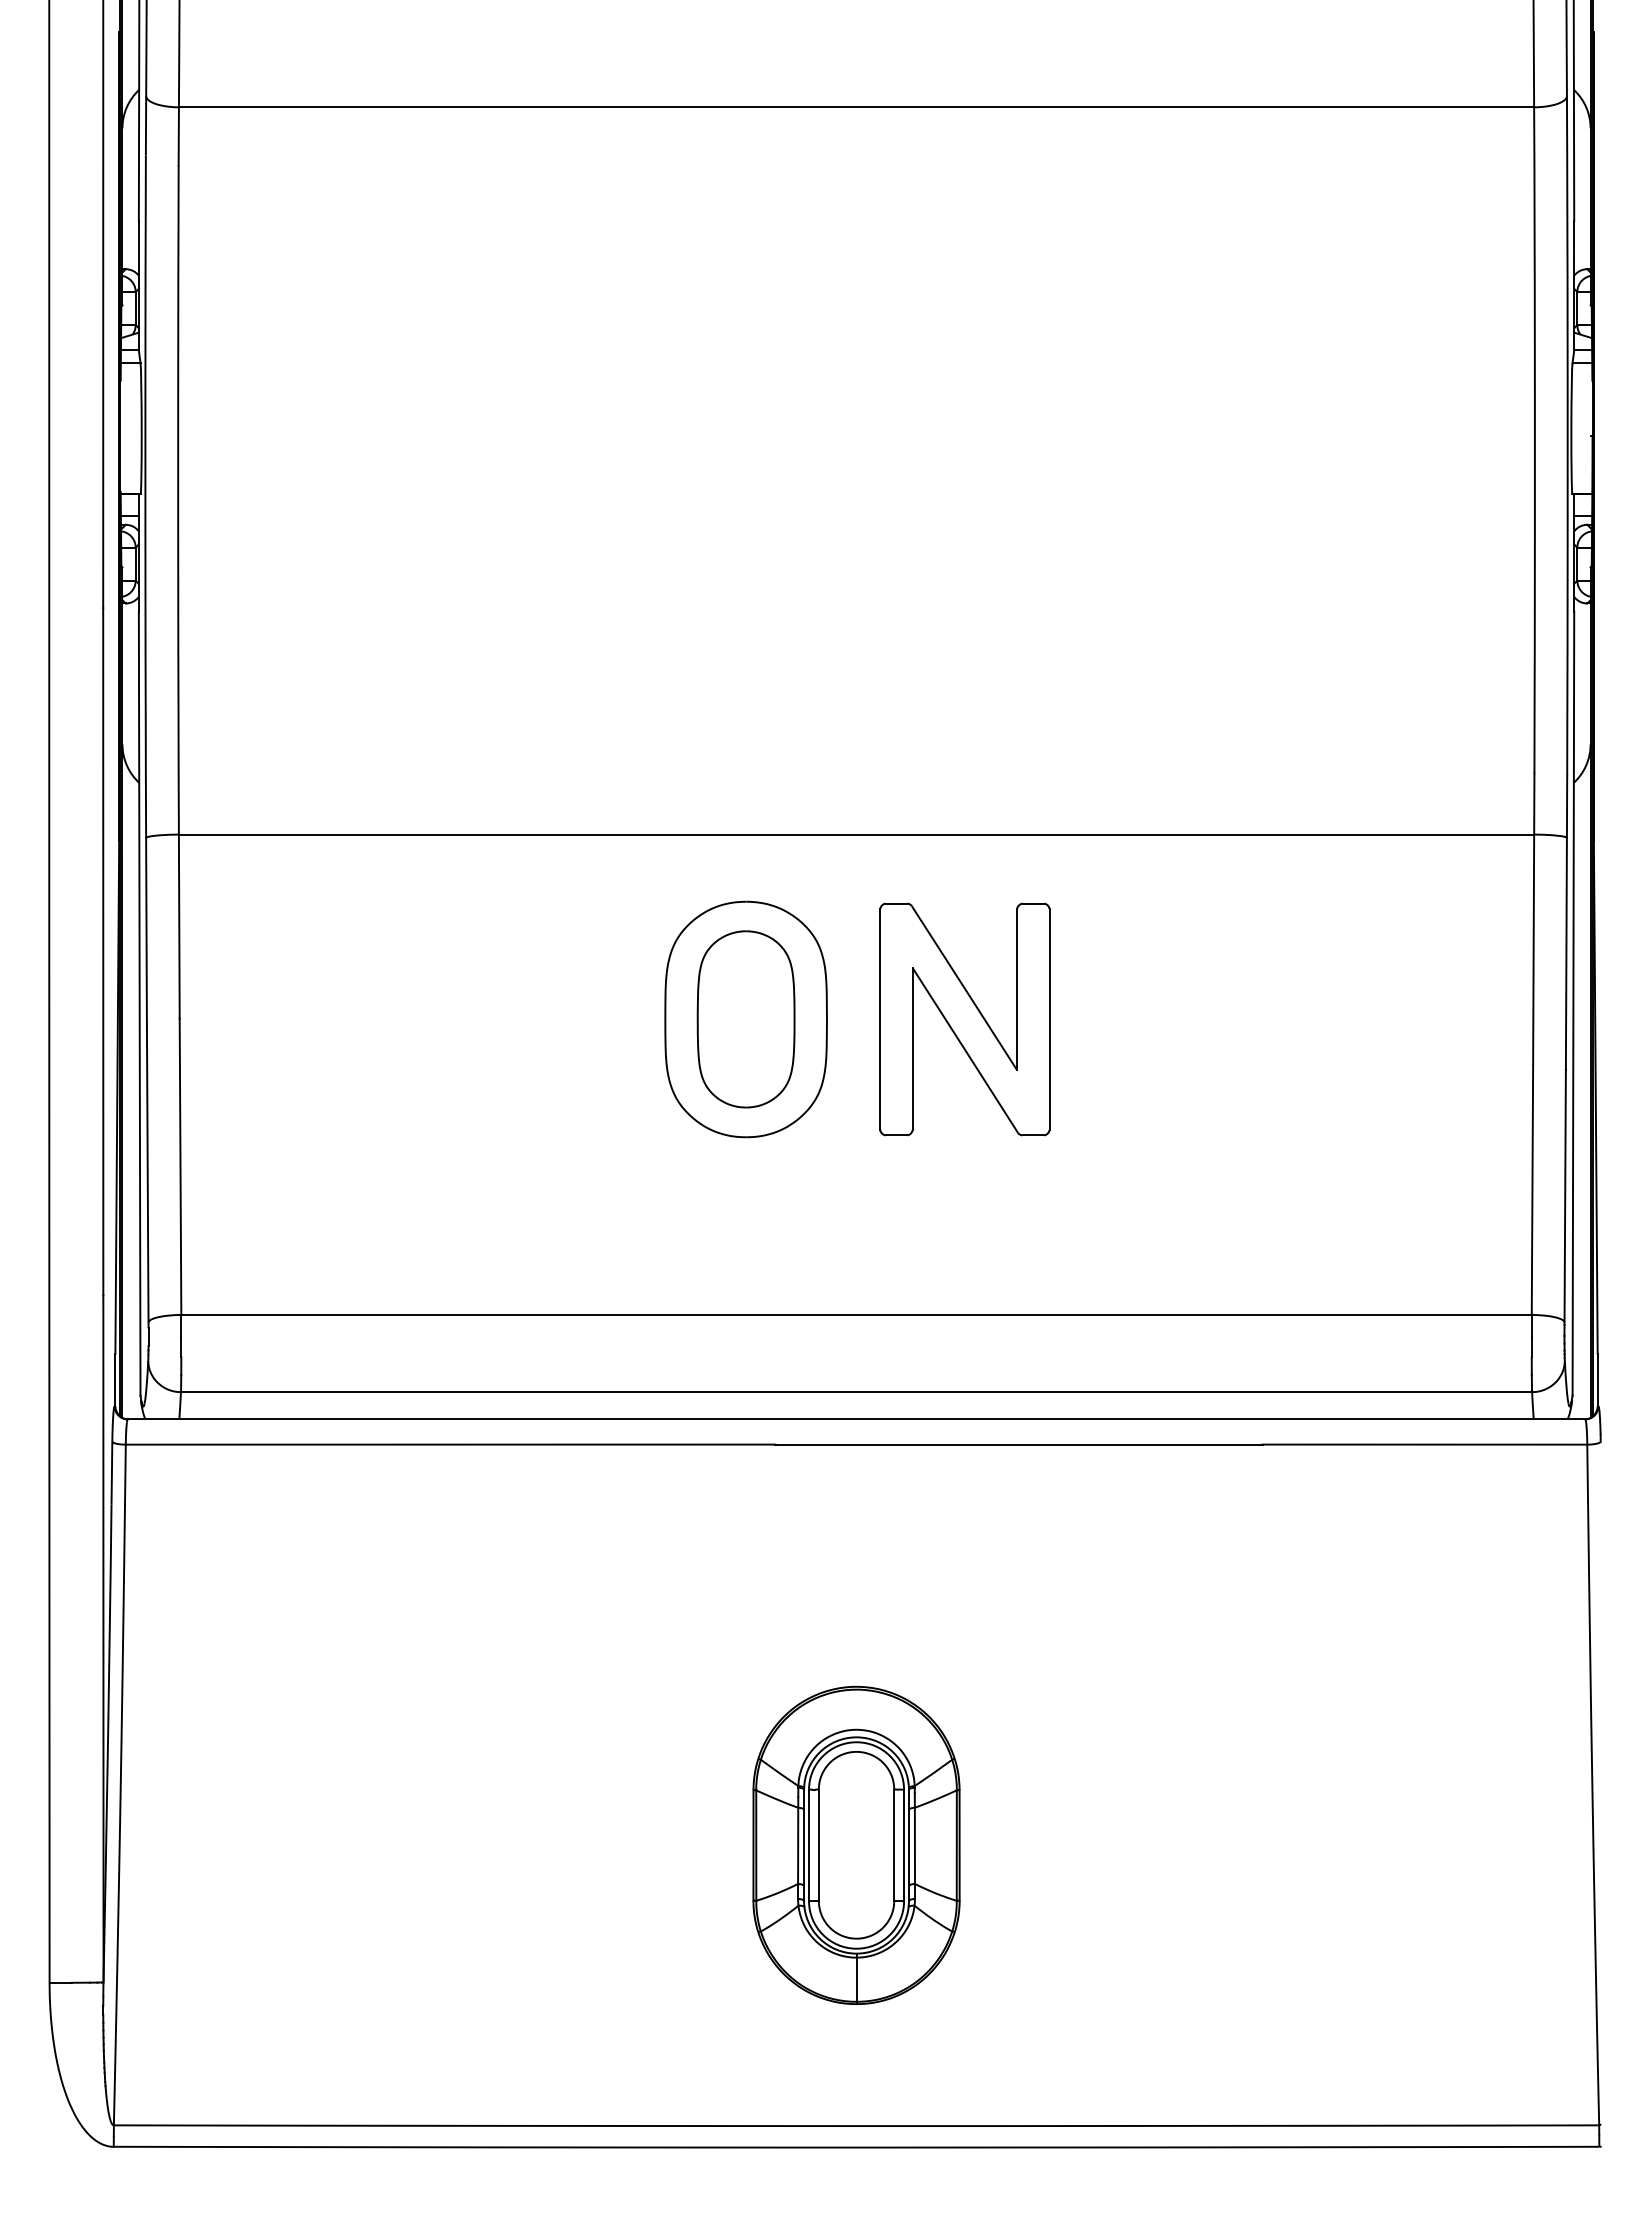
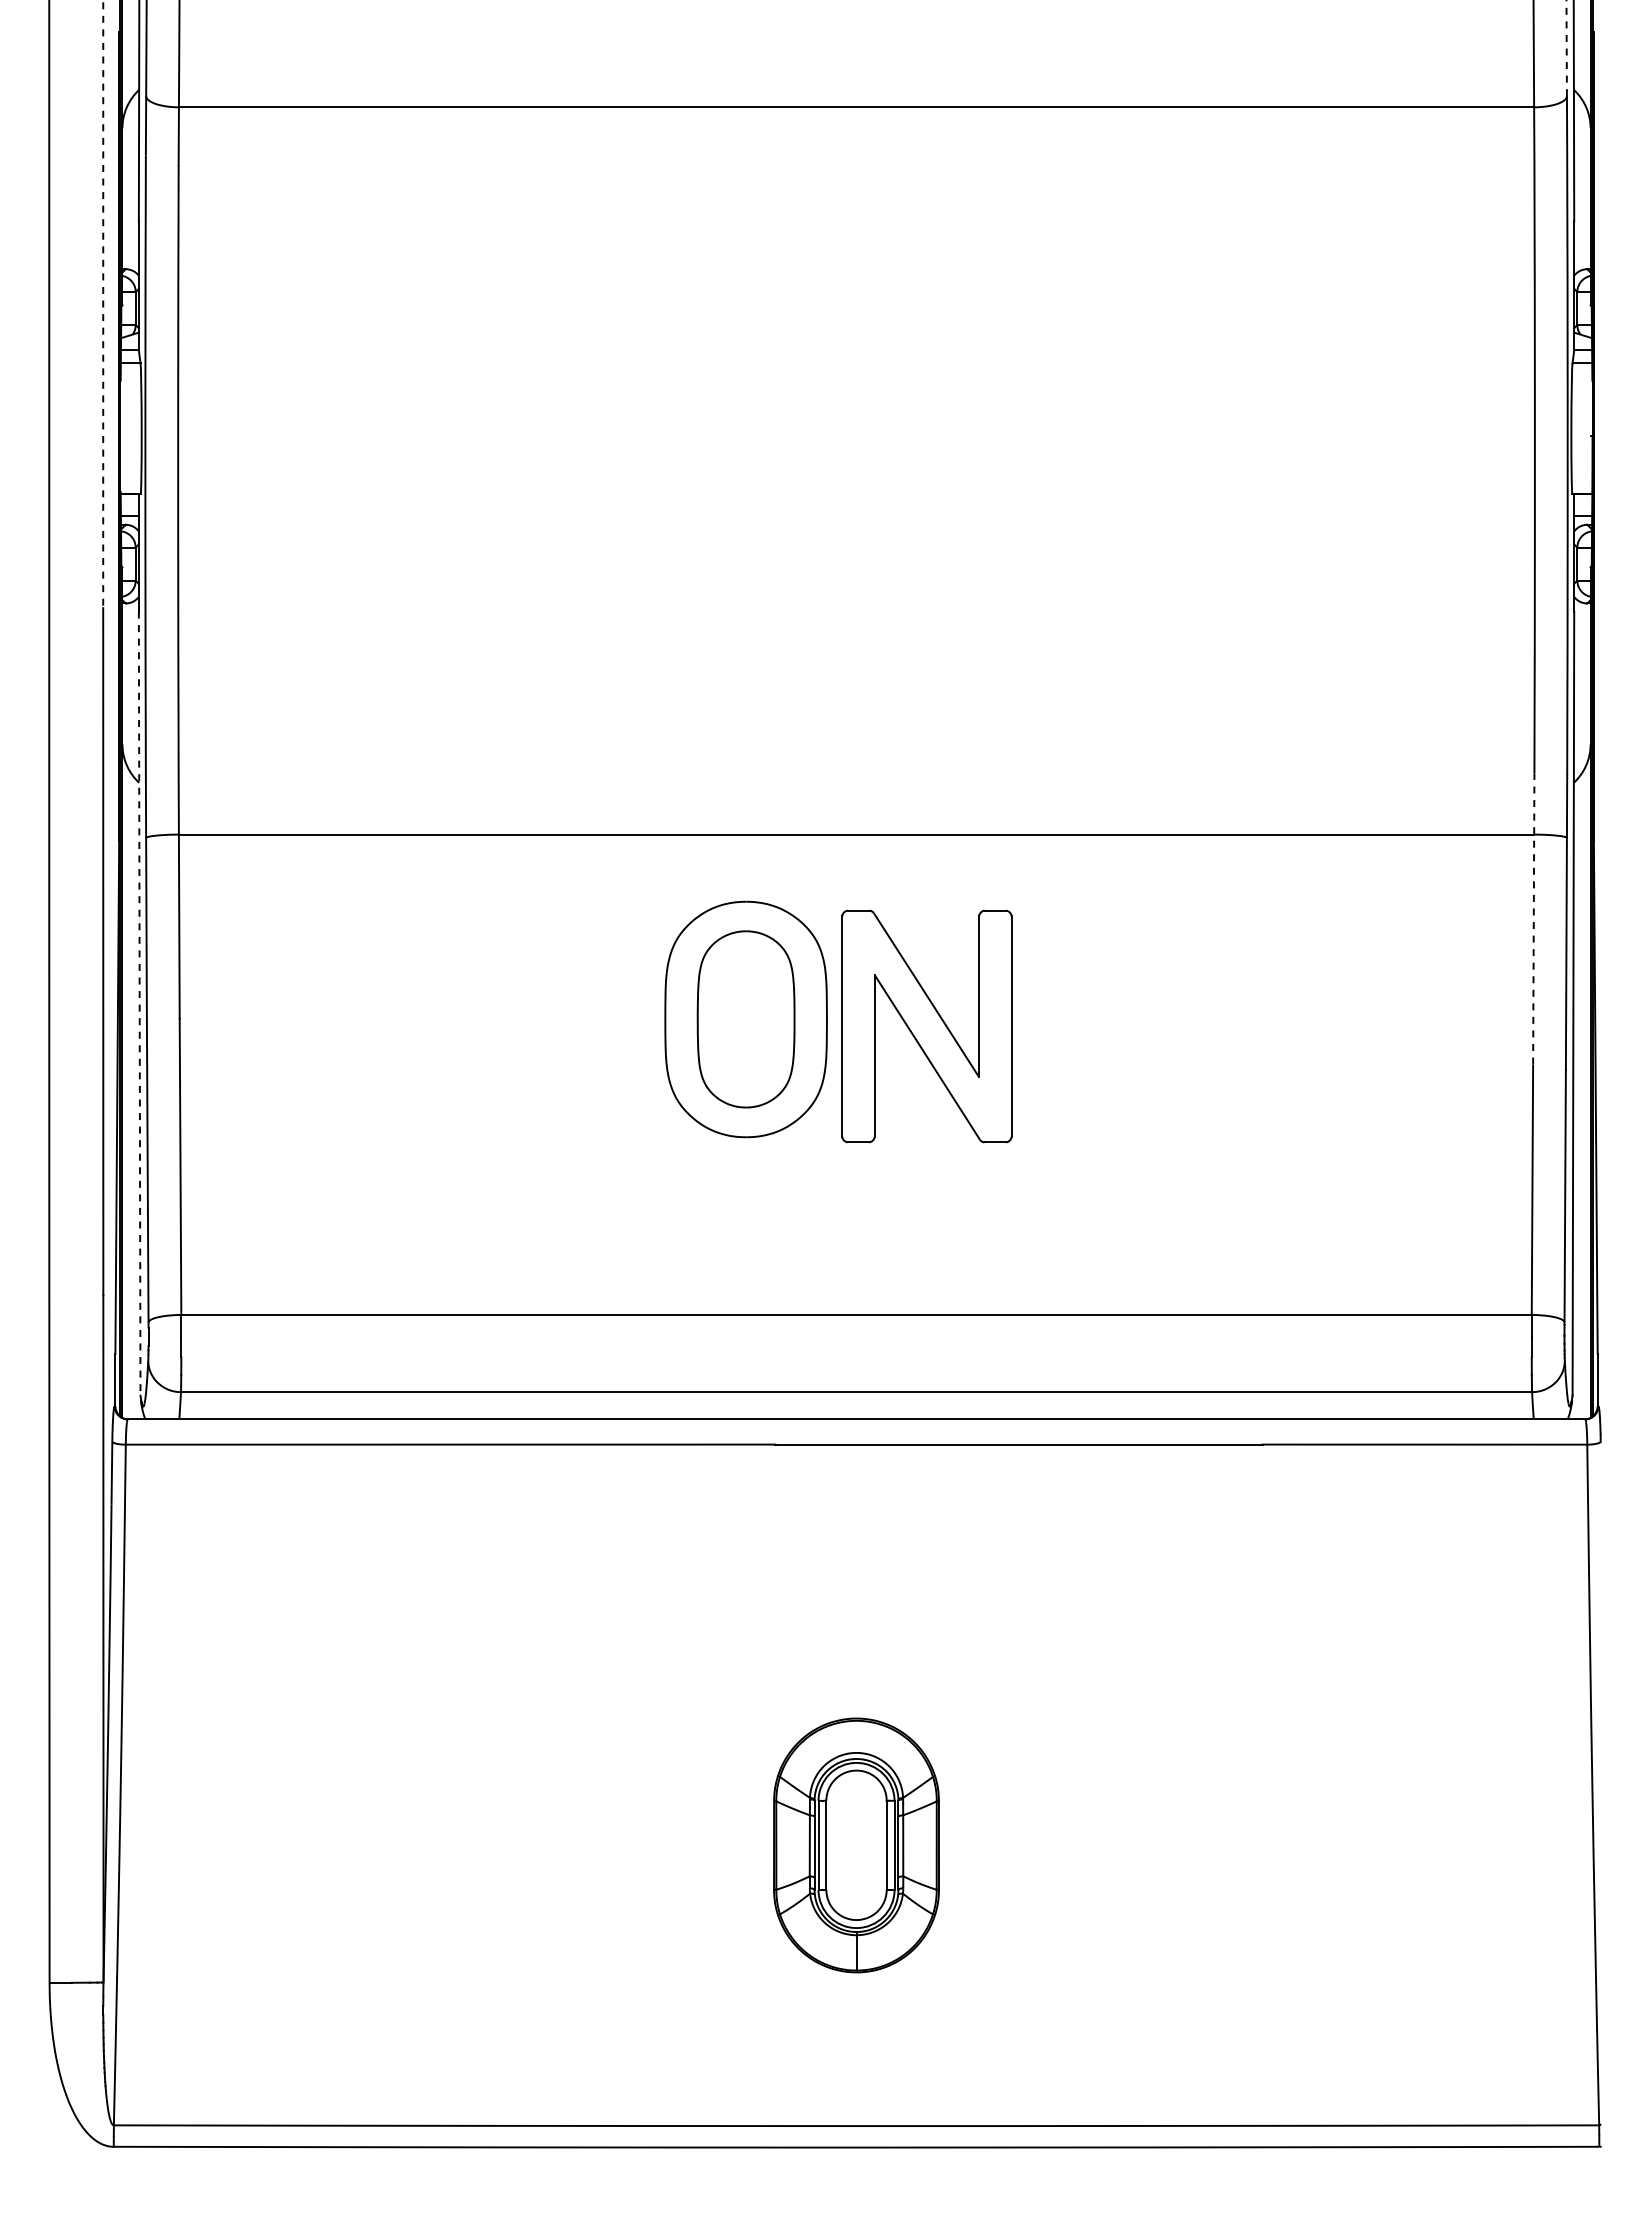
line at (1566, 48): solid -> dashed
line at (103, 304): solid -> dashed
line at (1533, 919): solid -> dashed
line at (139, 1004): solid -> dashed
part at (964, 1019) position: (964, 1019) -> (926, 1026)
part at (856, 1845) size: 209x321 px -> 167x257 px
